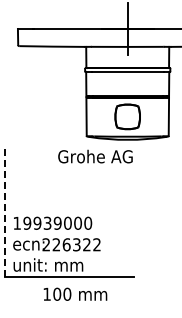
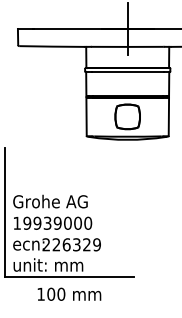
text at (95, 156) position: (95, 156) -> (50, 201)
line at (4, 212): dashed -> solid
text at (96, 244): 226322 -> 226329
text at (75, 293) position: (75, 293) -> (69, 293)
